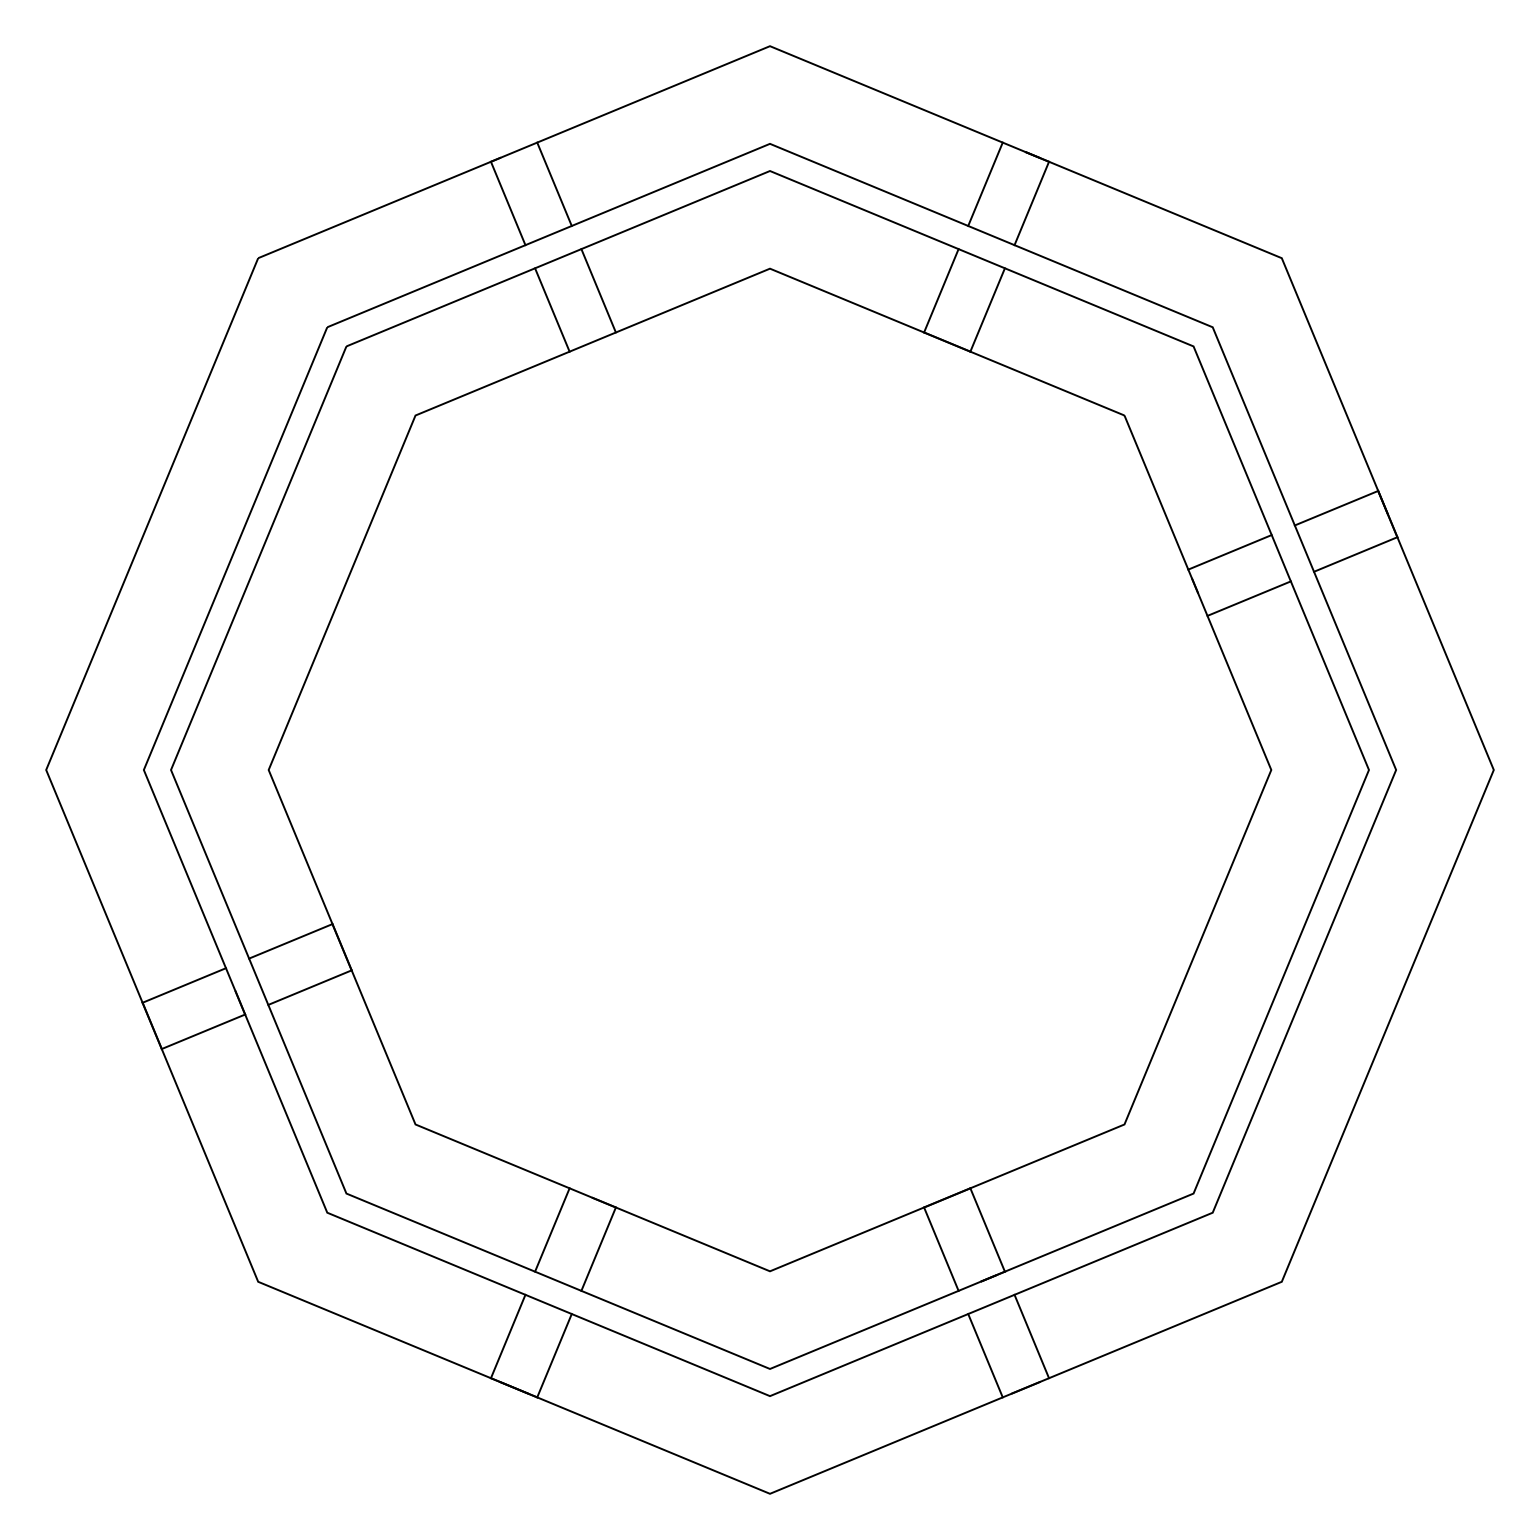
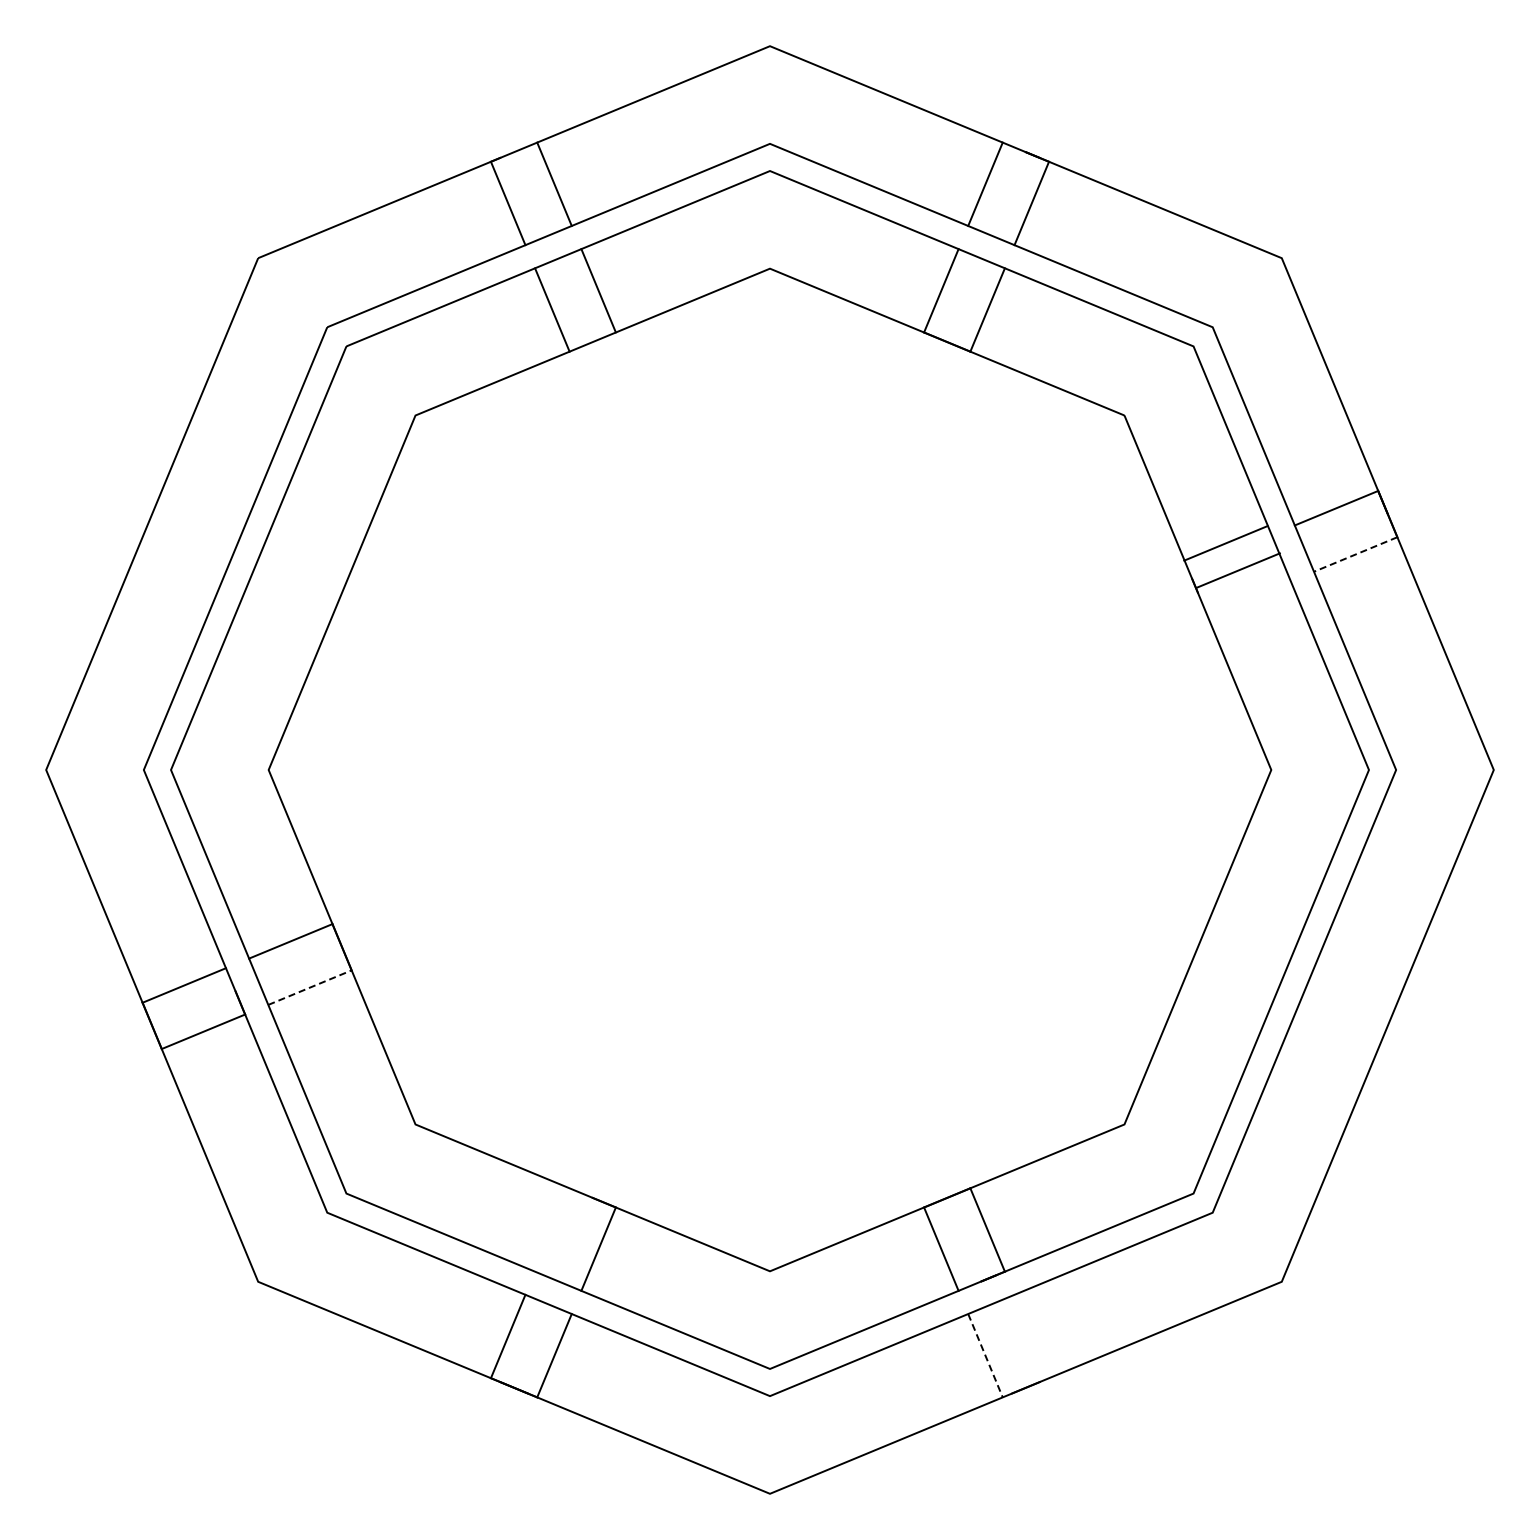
line at (1229, 552) position: (1229, 552) -> (1225, 543)
line at (1355, 554): solid -> dashed
line at (1248, 598) position: (1248, 598) -> (1237, 570)
line at (310, 987): solid -> dashed
line at (552, 1229): present -> none
line at (1031, 1336): present -> none
line at (985, 1356): solid -> dashed
